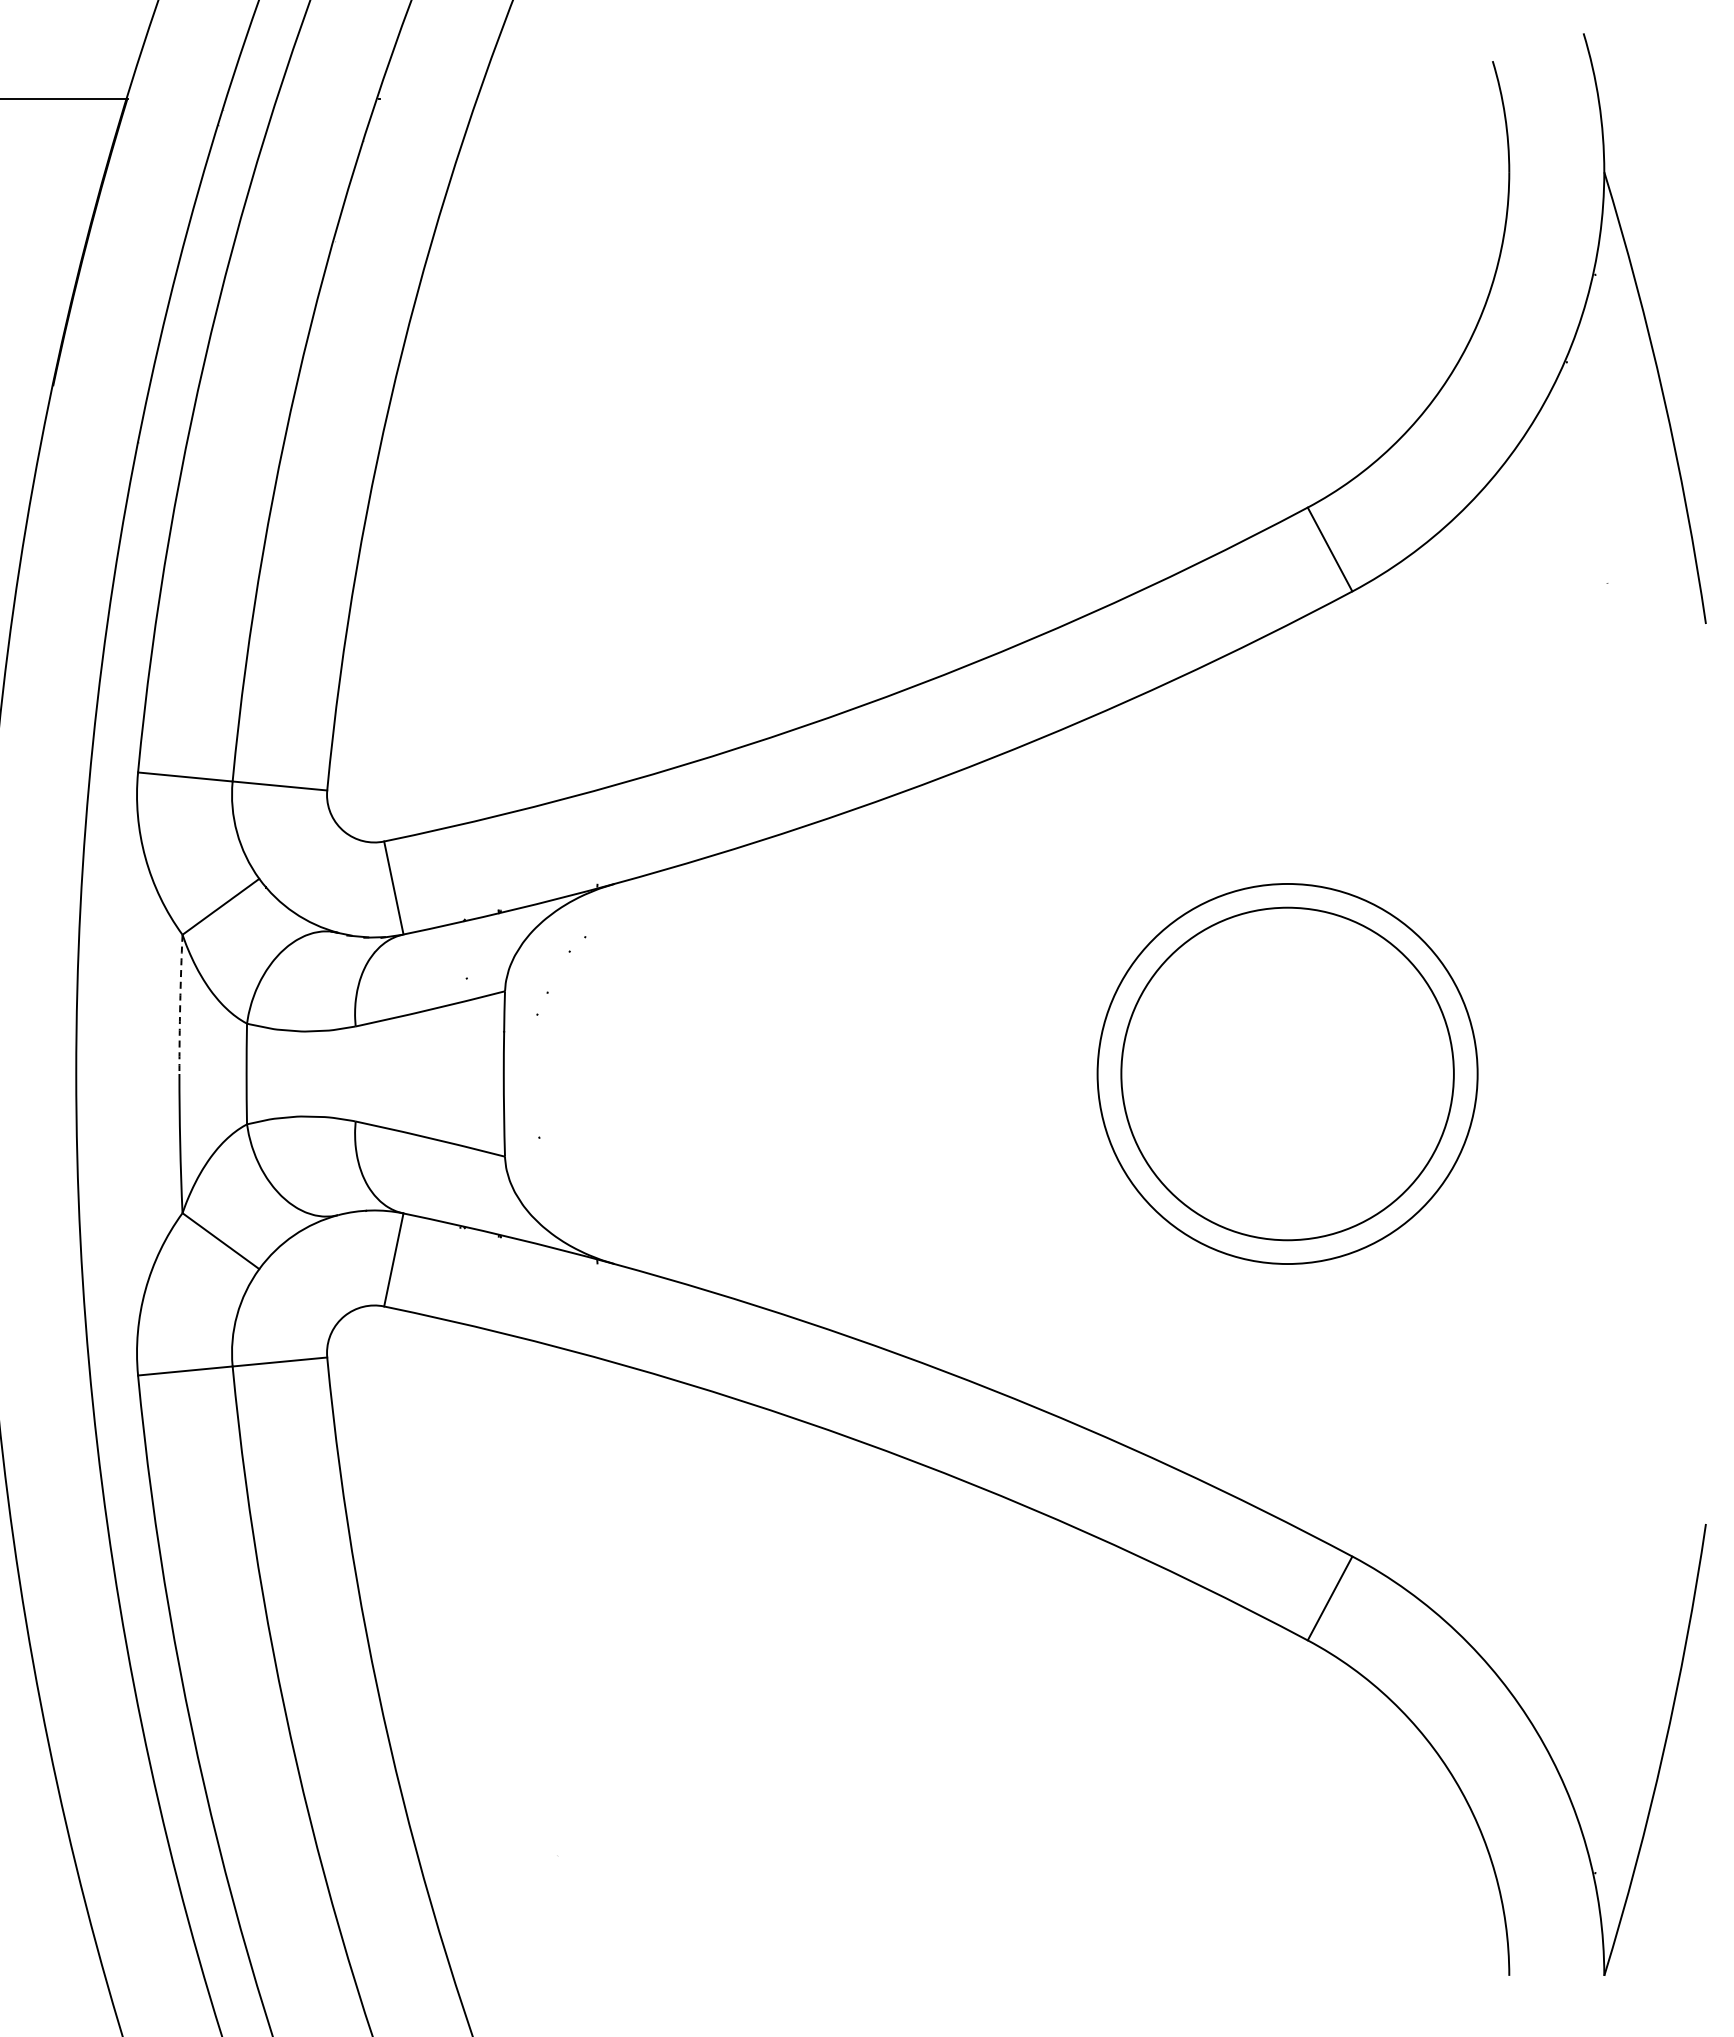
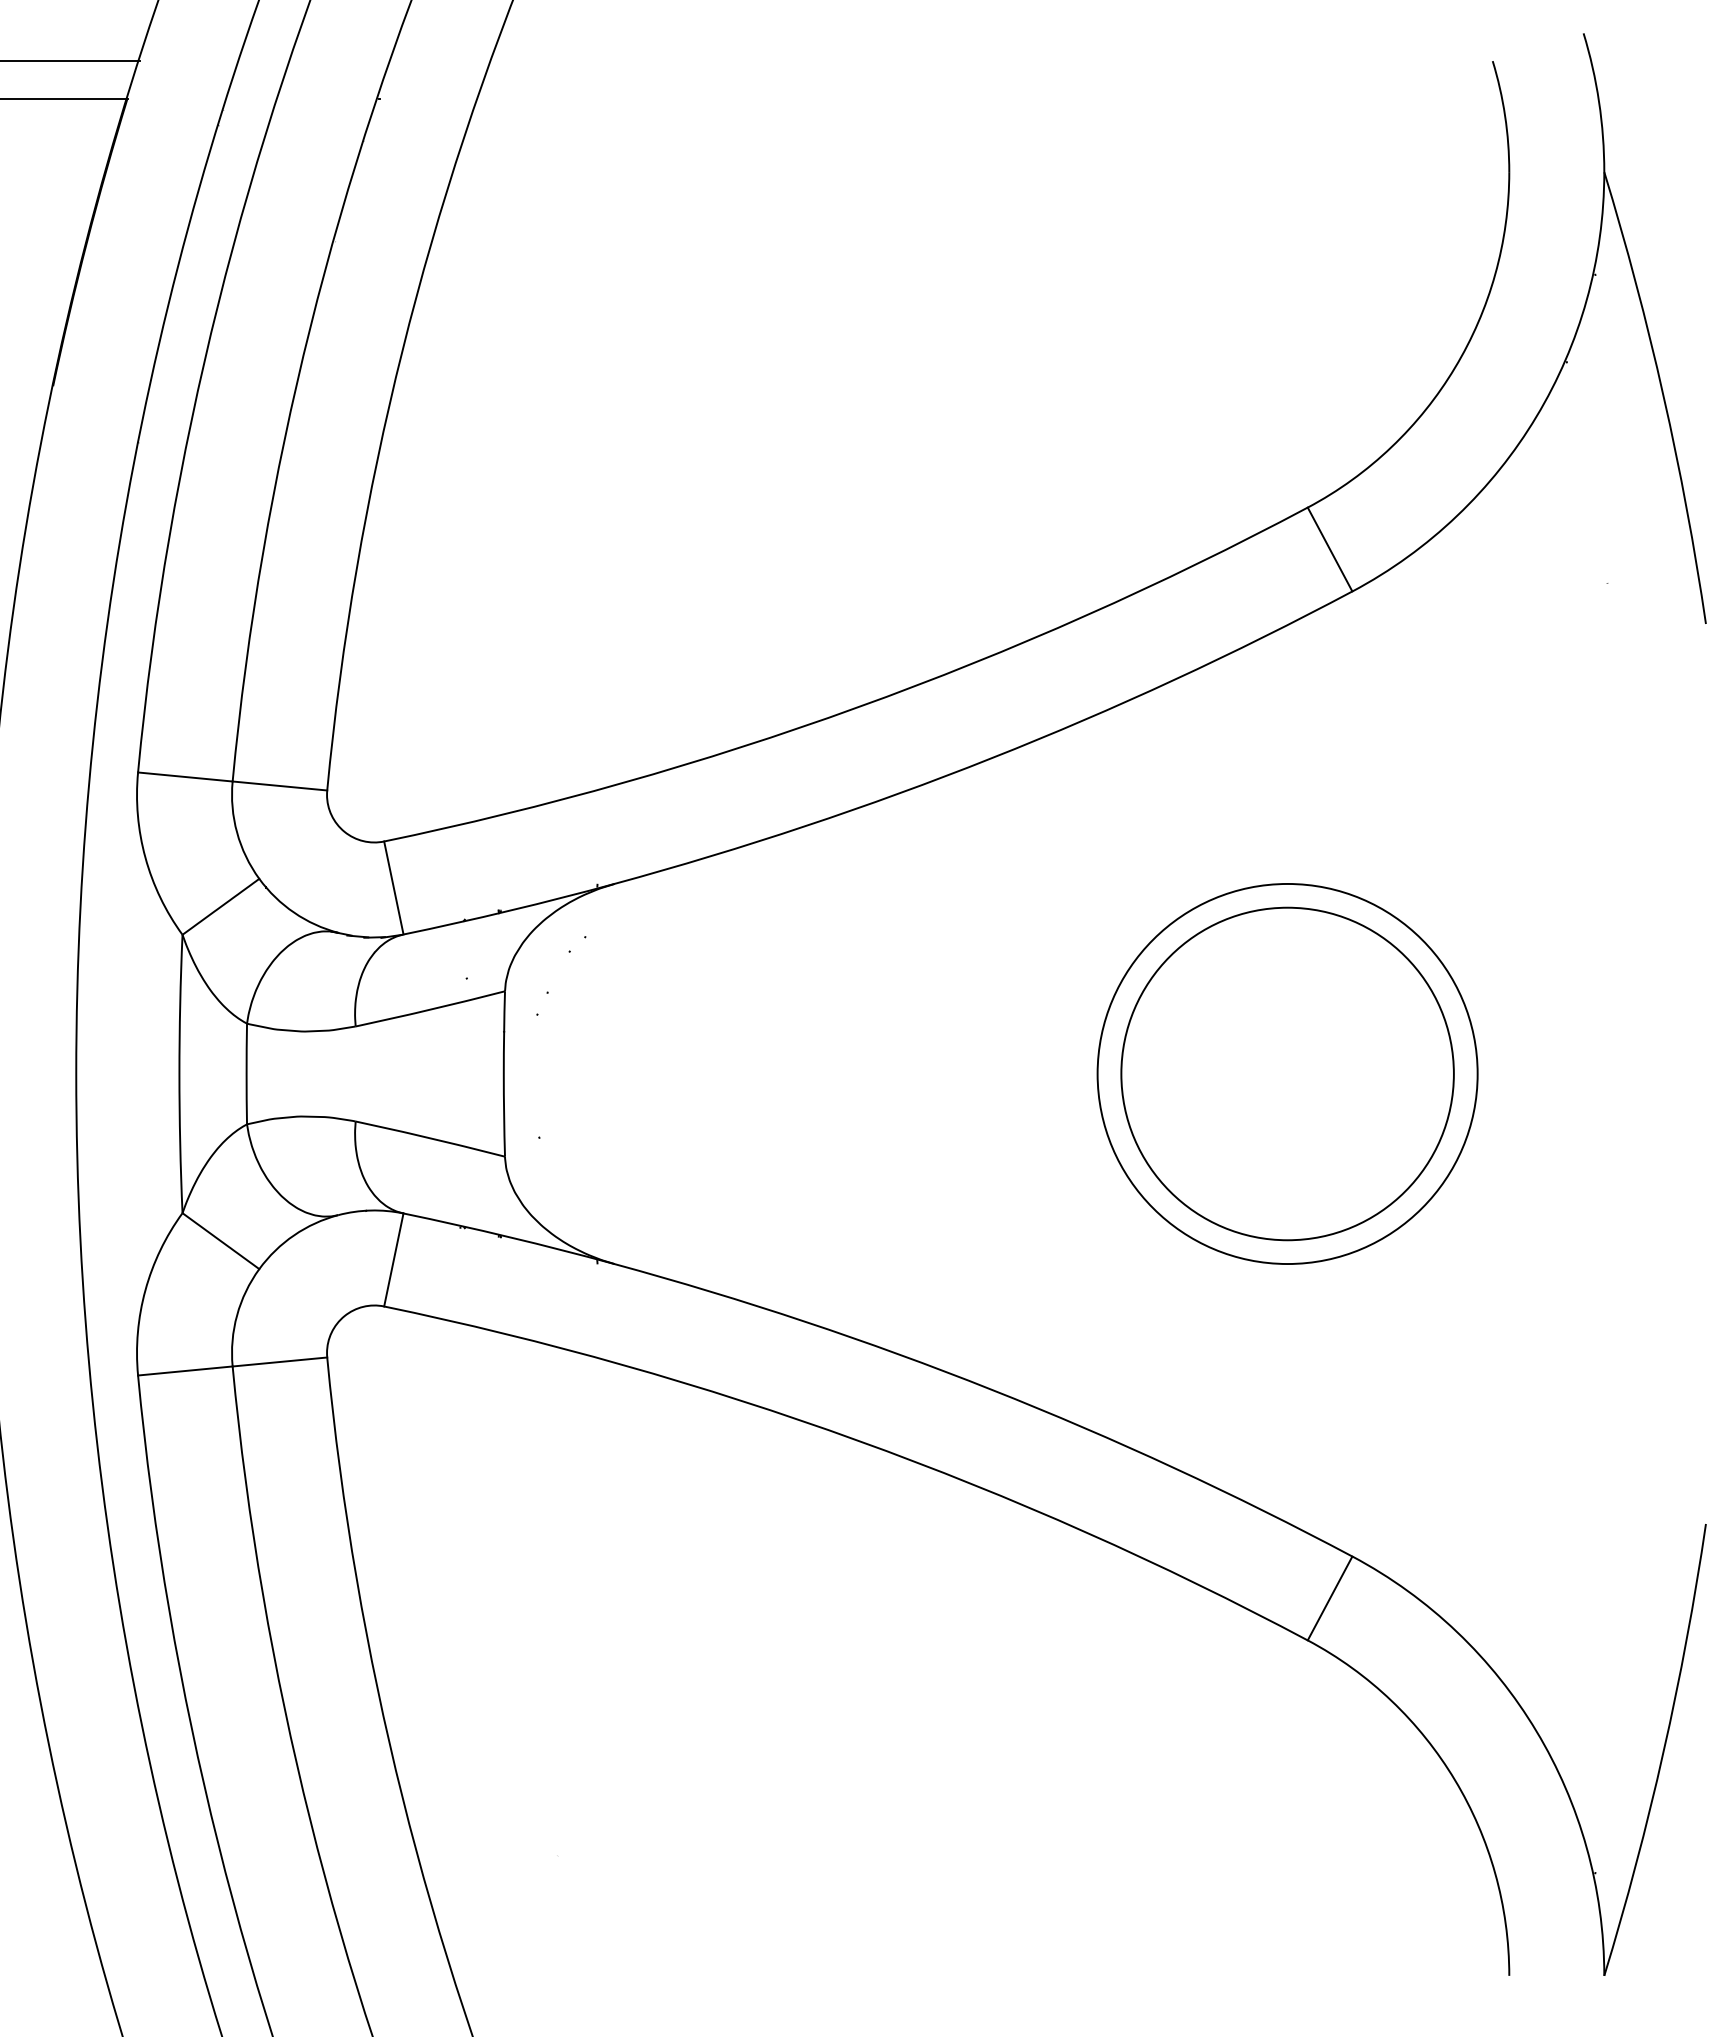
line at (71, 61): none -> present
arc at (180, 1004): dashed -> solid
